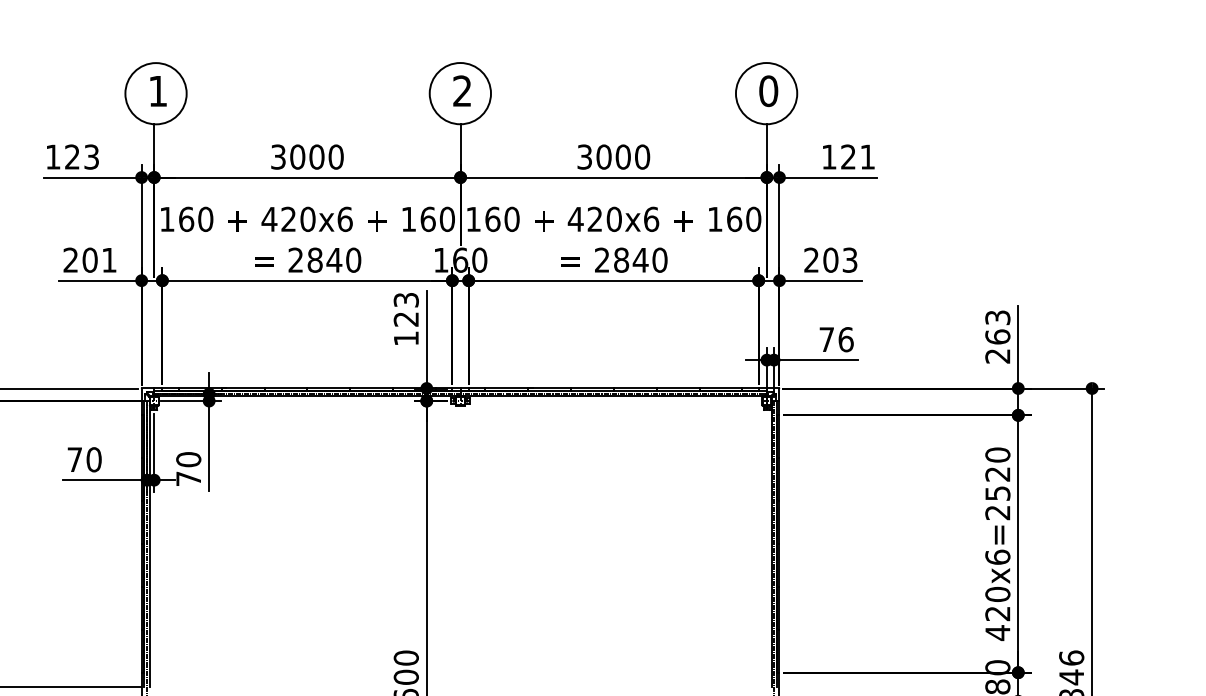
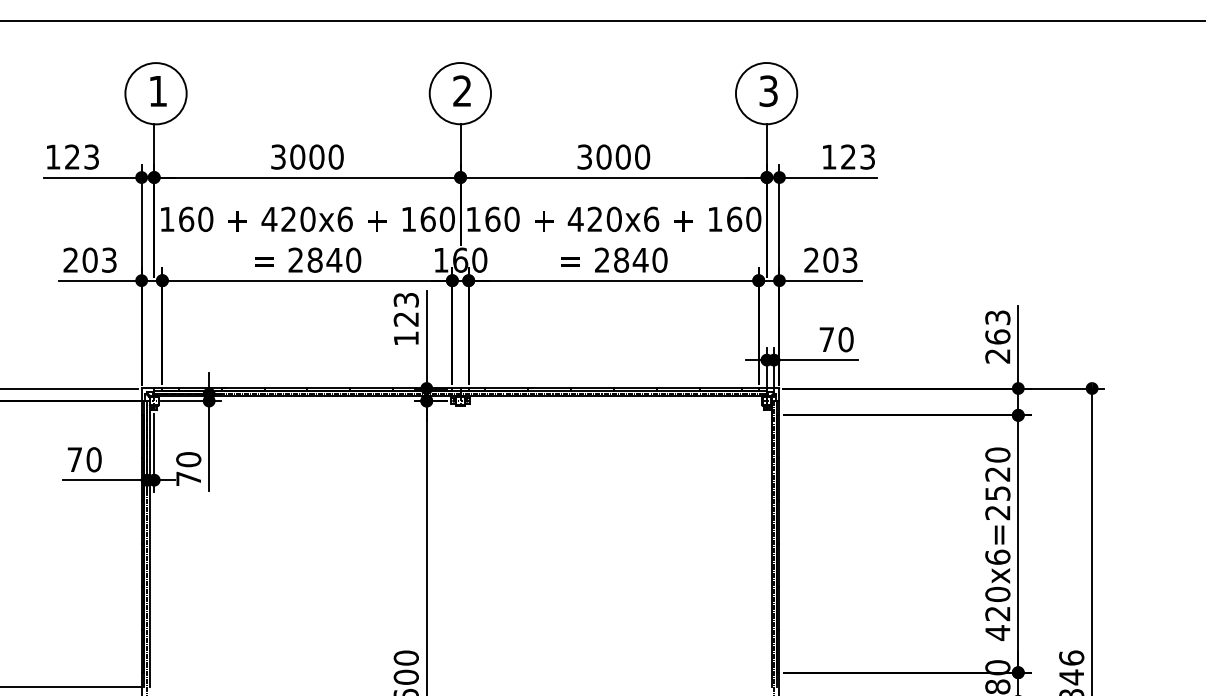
line at (602, 20): none -> present
text at (768, 91): 0 -> 3
text at (867, 156): 121 -> 123
text at (109, 259): 201 -> 203
text at (845, 339): 76 -> 70
